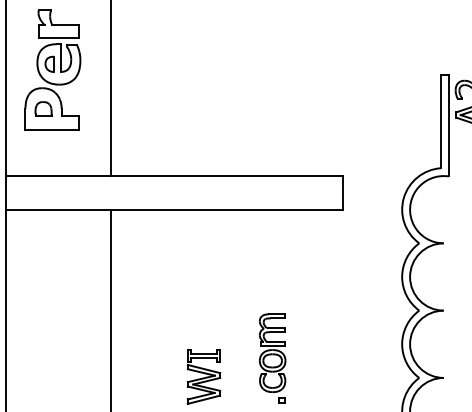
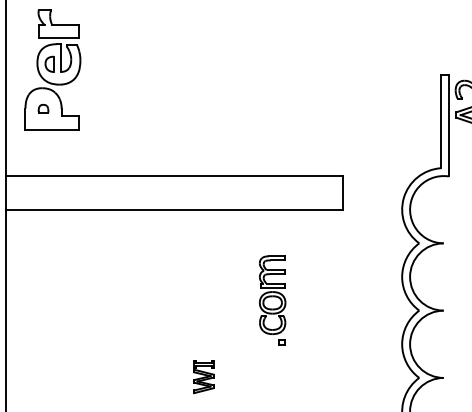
line at (110, 89): present -> none
part at (43, 108) size: 19x16 px -> 13x10 px
line at (110, 308): present -> none
part at (272, 358) position: (272, 358) -> (272, 300)
part at (203, 376) size: 36x56 px -> 22x34 px
